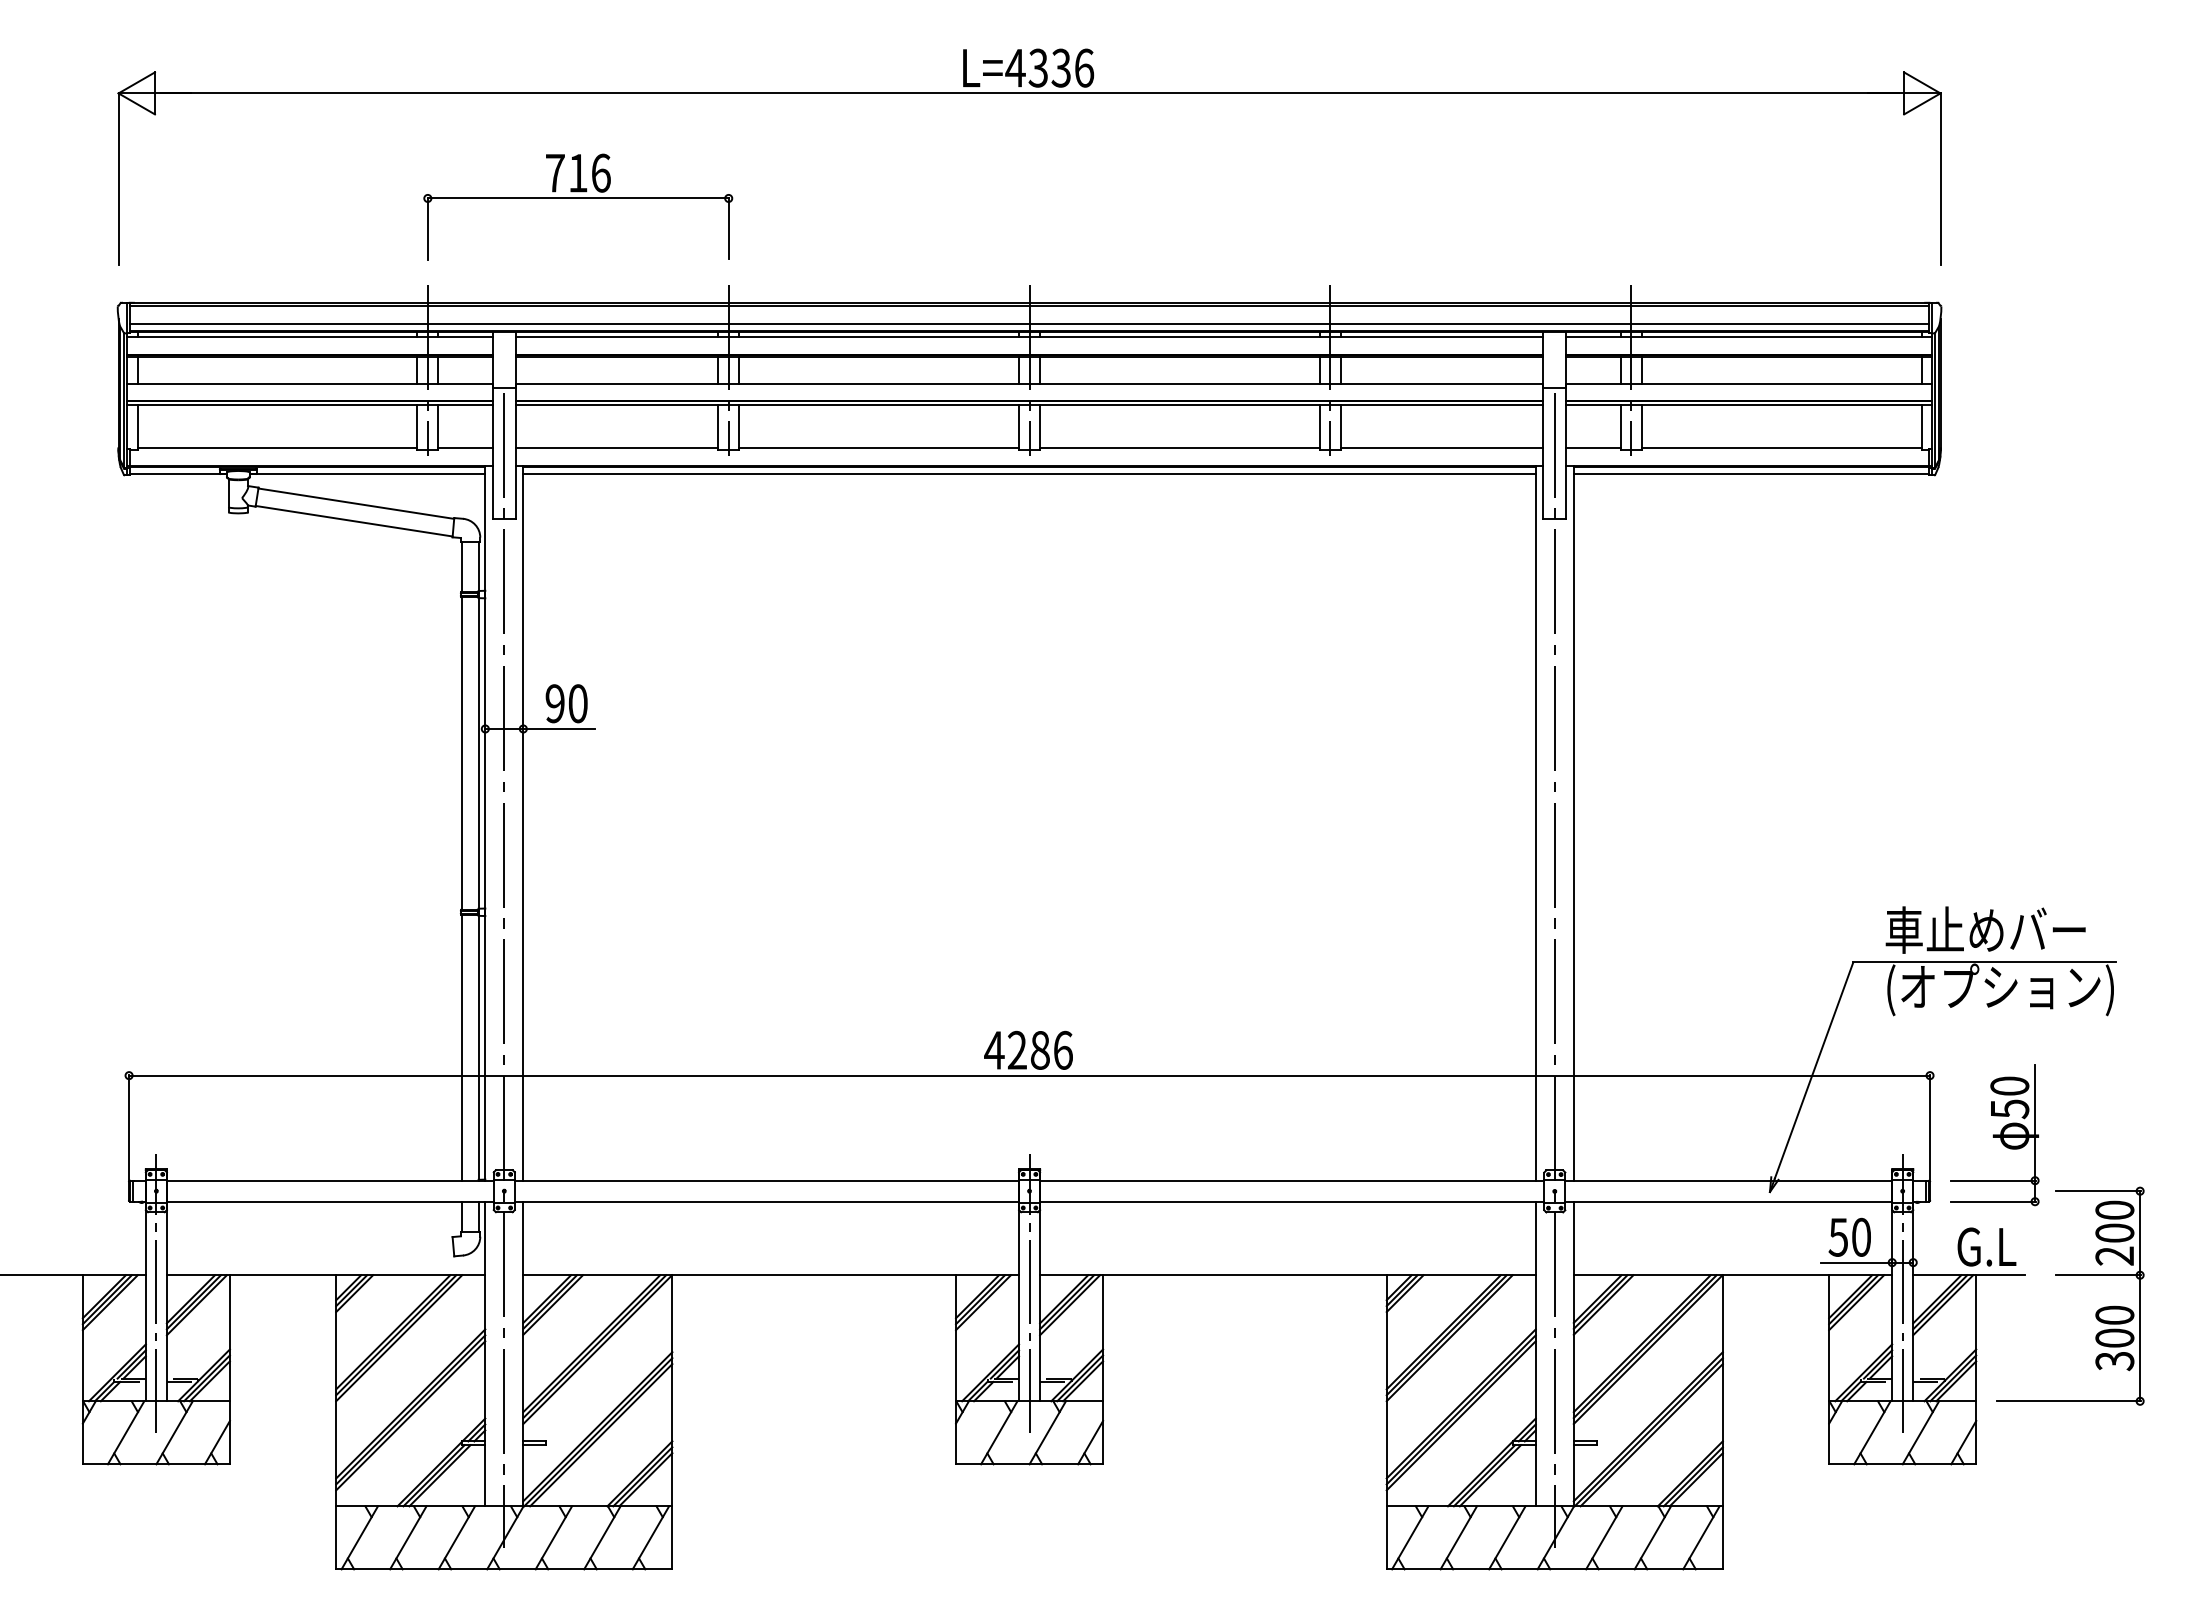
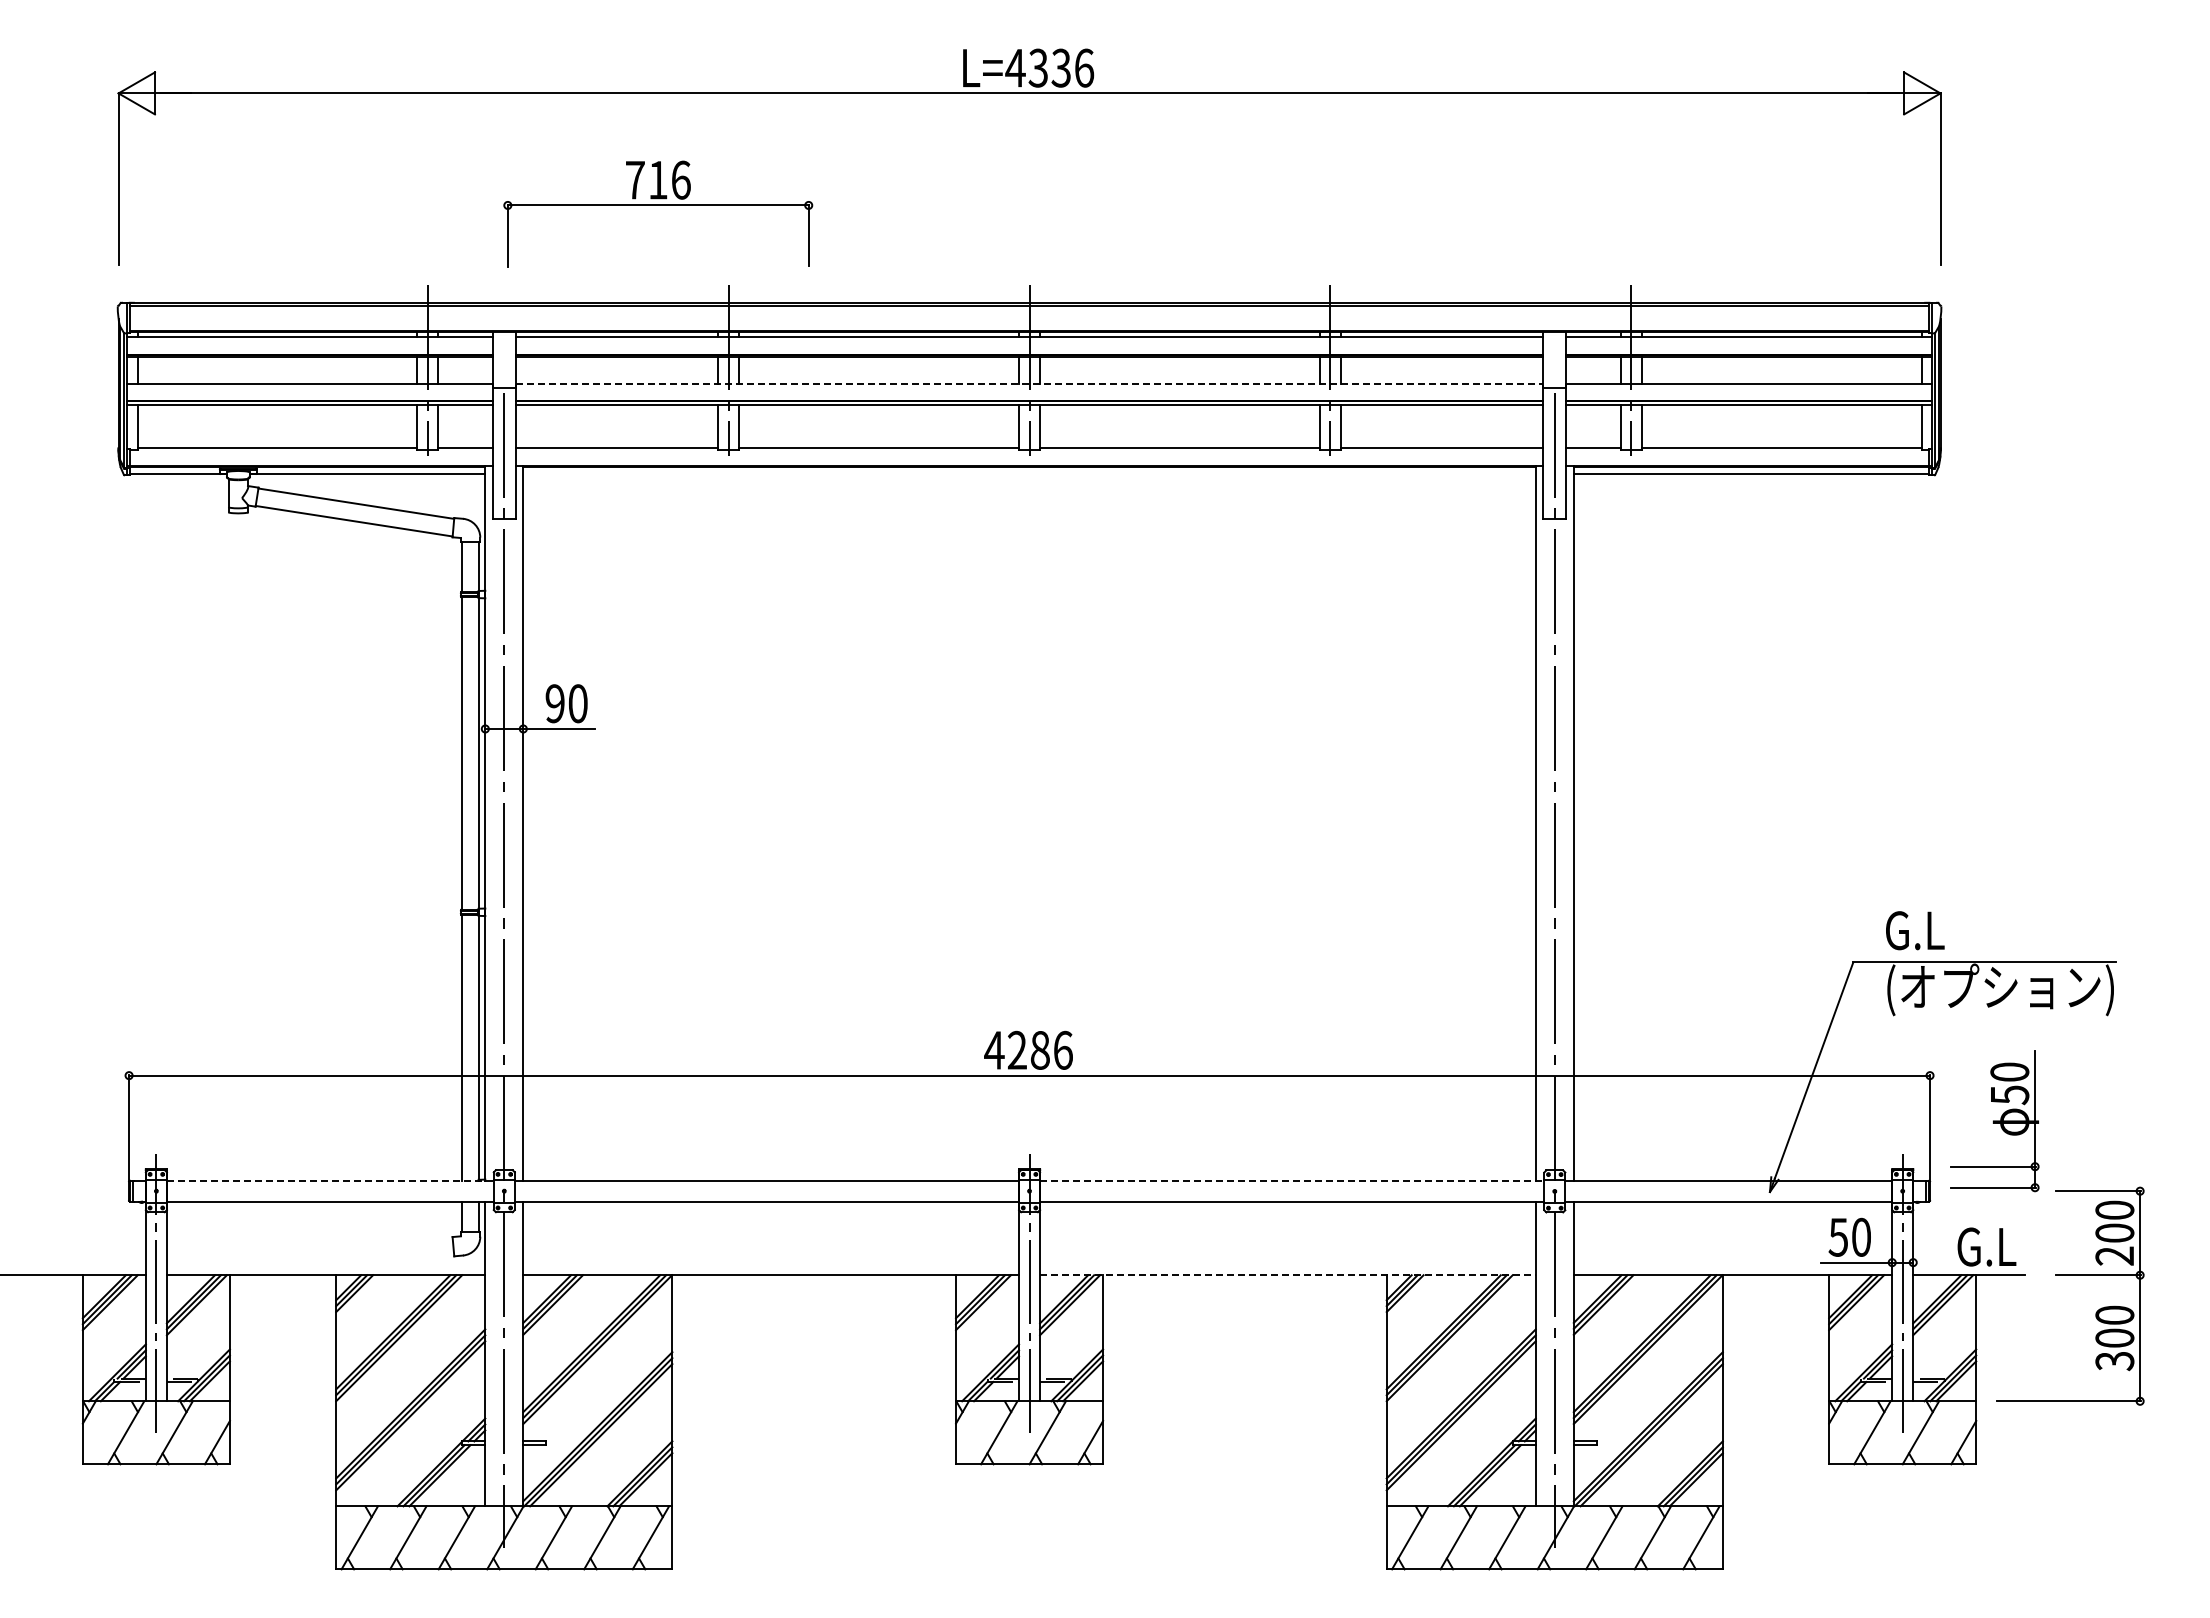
part at (578, 198) position: (578, 198) -> (658, 205)
line at (1029, 324): present -> none
line at (1029, 383): solid -> dashed
line at (1029, 474): present -> none
text at (1985, 929): 車止めバー -> G.L
part at (1994, 1135) position: (1994, 1135) -> (1994, 1121)
line at (330, 1180): solid -> dashed
line at (1292, 1180): solid -> dashed
line at (1287, 1275): solid -> dashed
